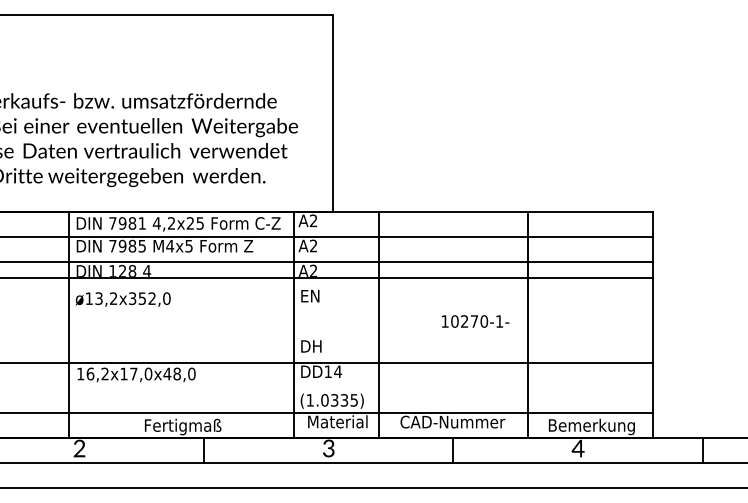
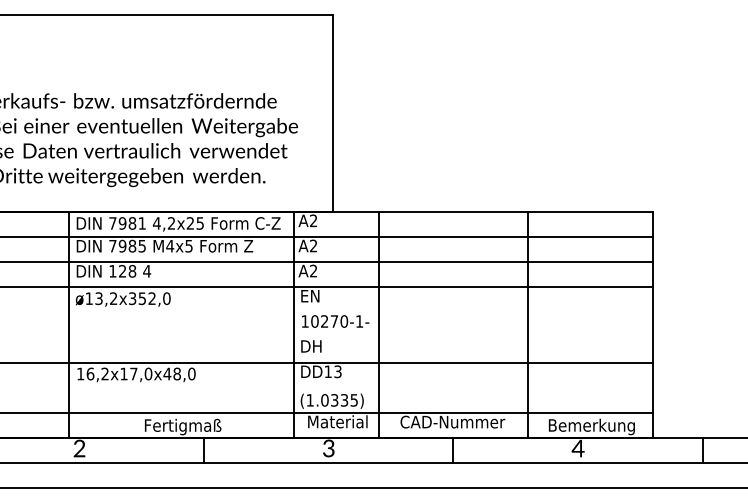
line at (327, 278) position: (327, 278) -> (327, 287)
text at (475, 321) position: (475, 321) -> (335, 321)
text at (338, 371): DD14 -> DD13
